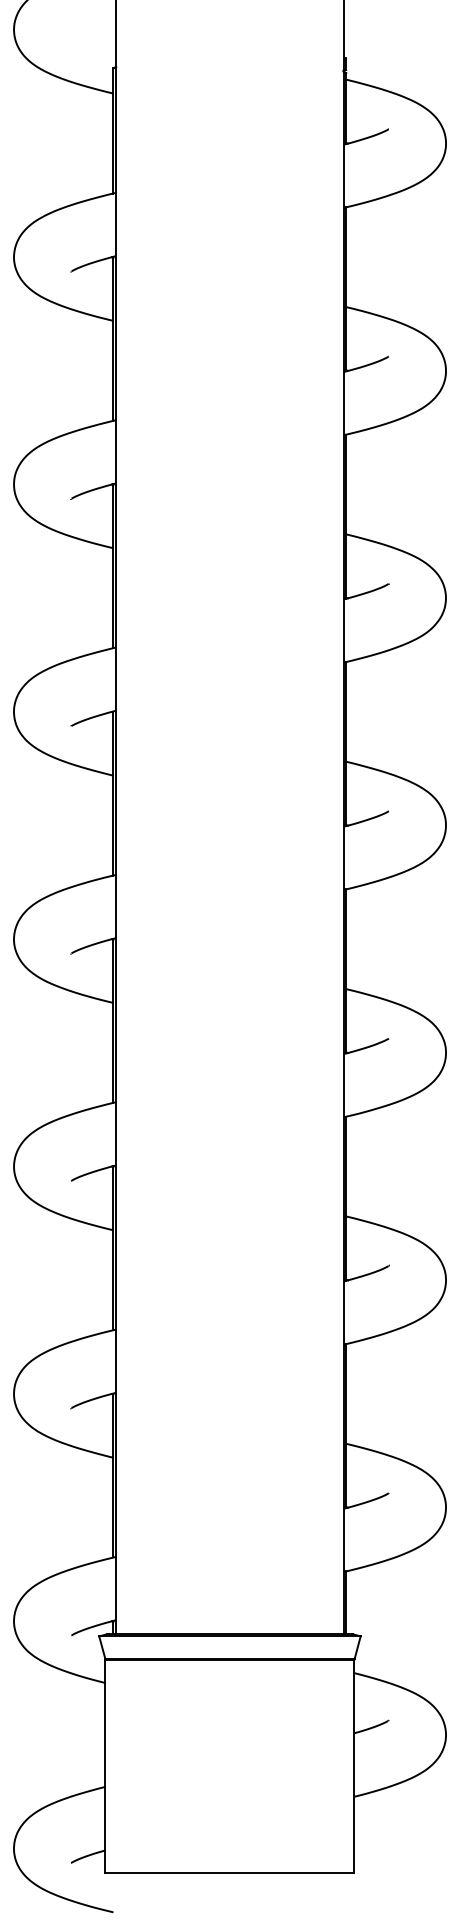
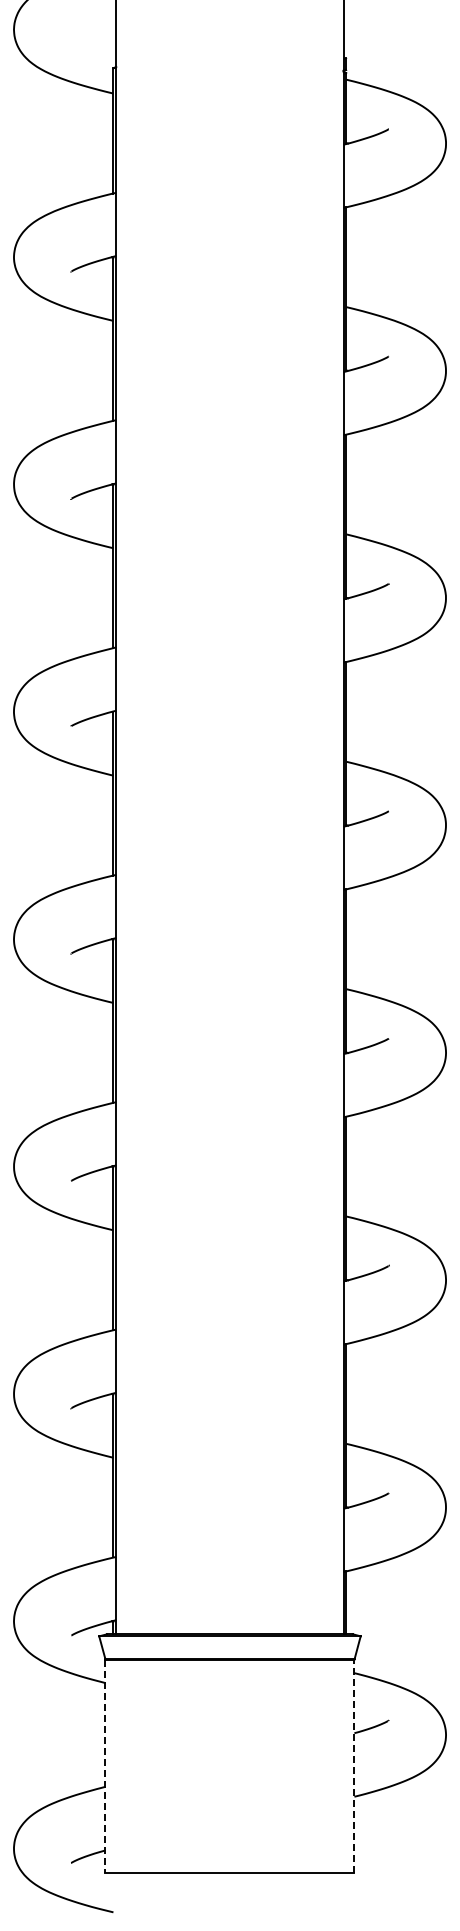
line at (354, 1766): solid -> dashed
line at (105, 1767): solid -> dashed
